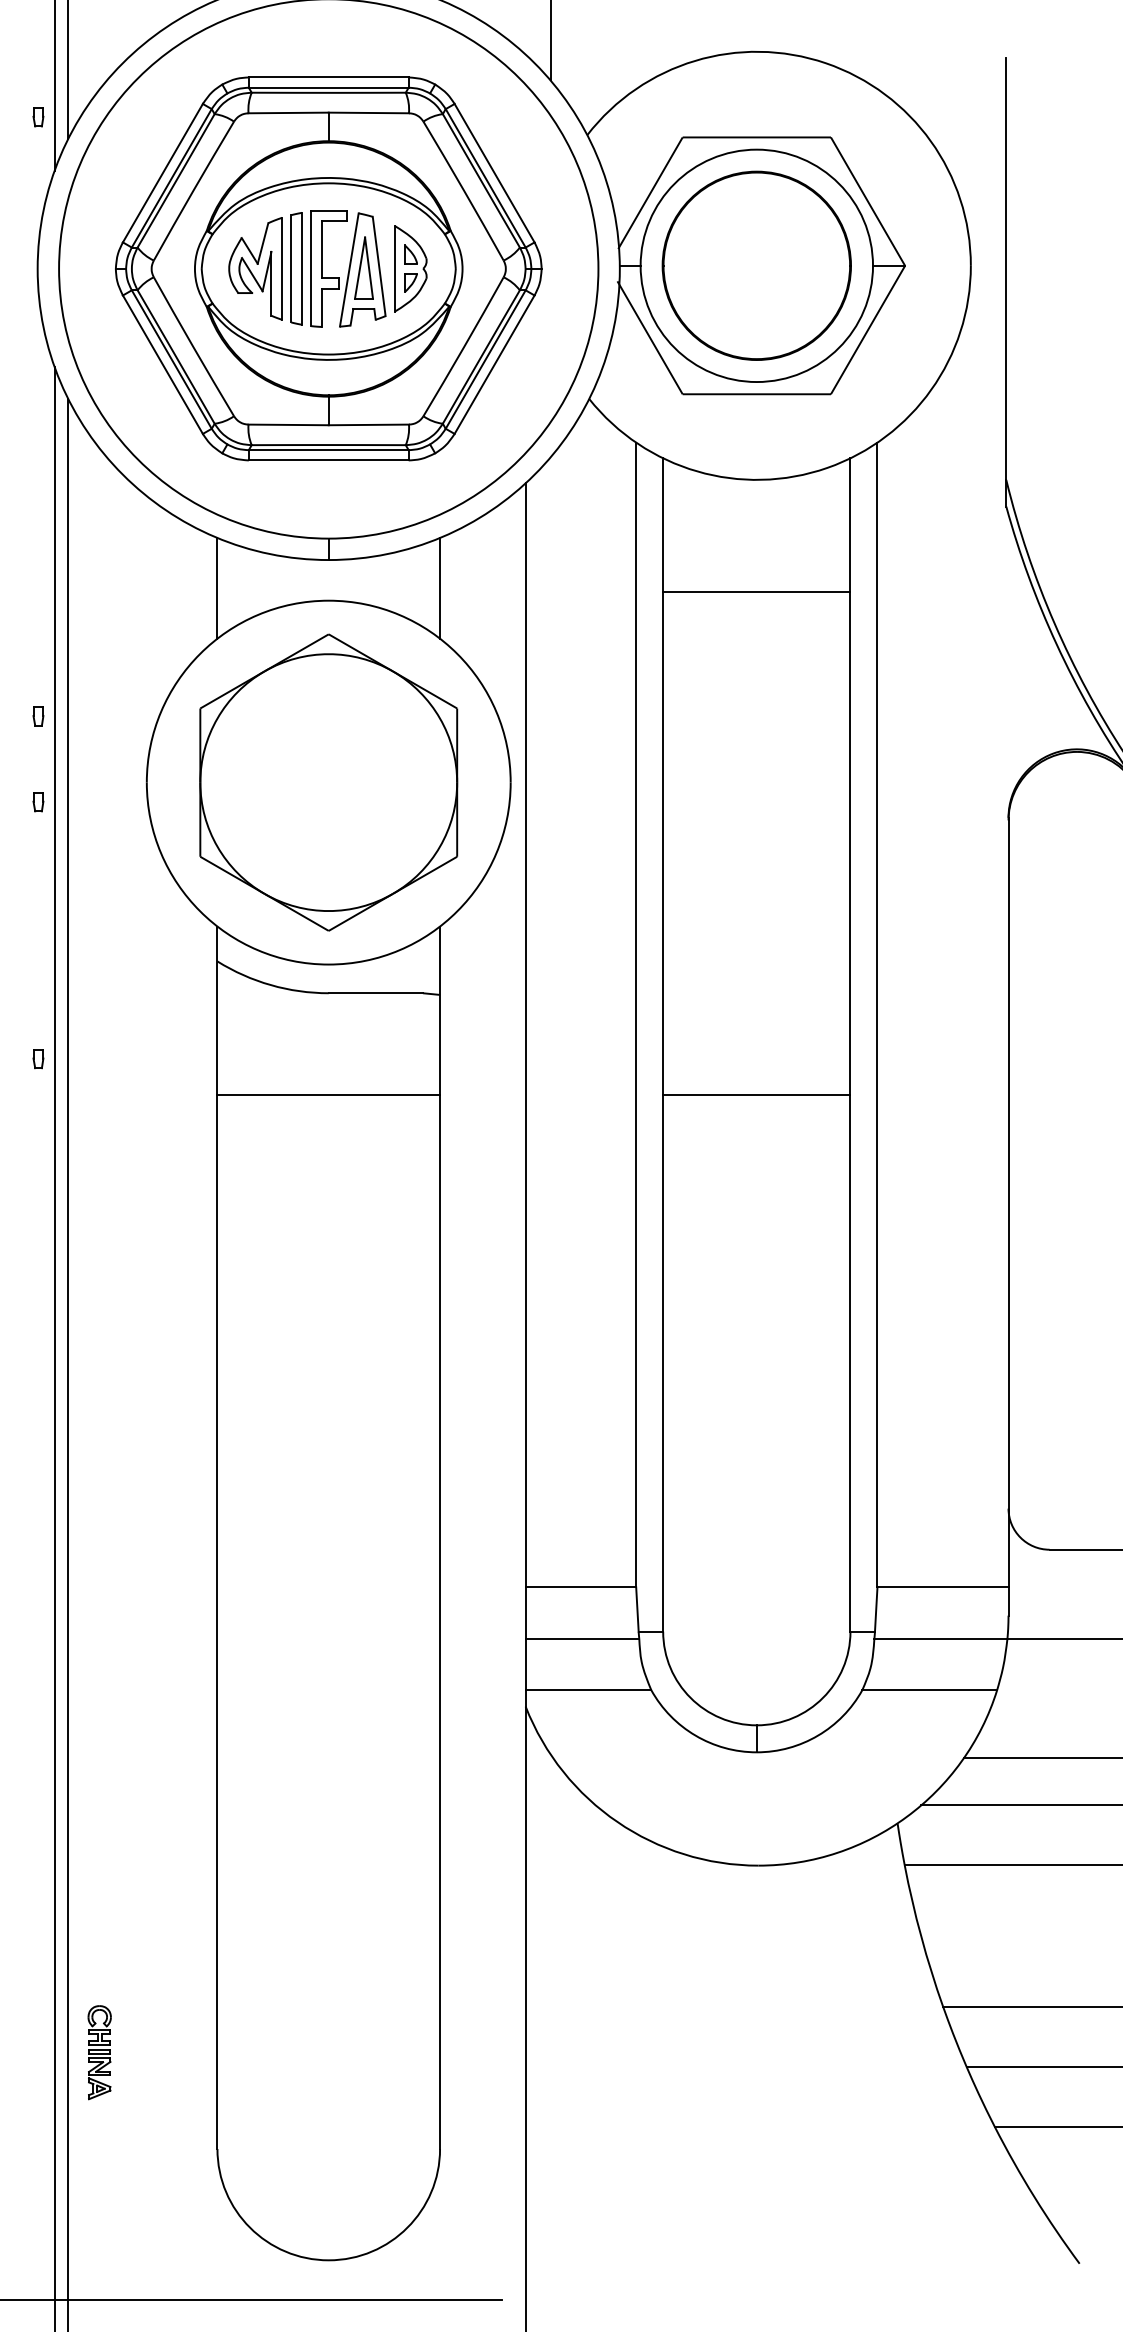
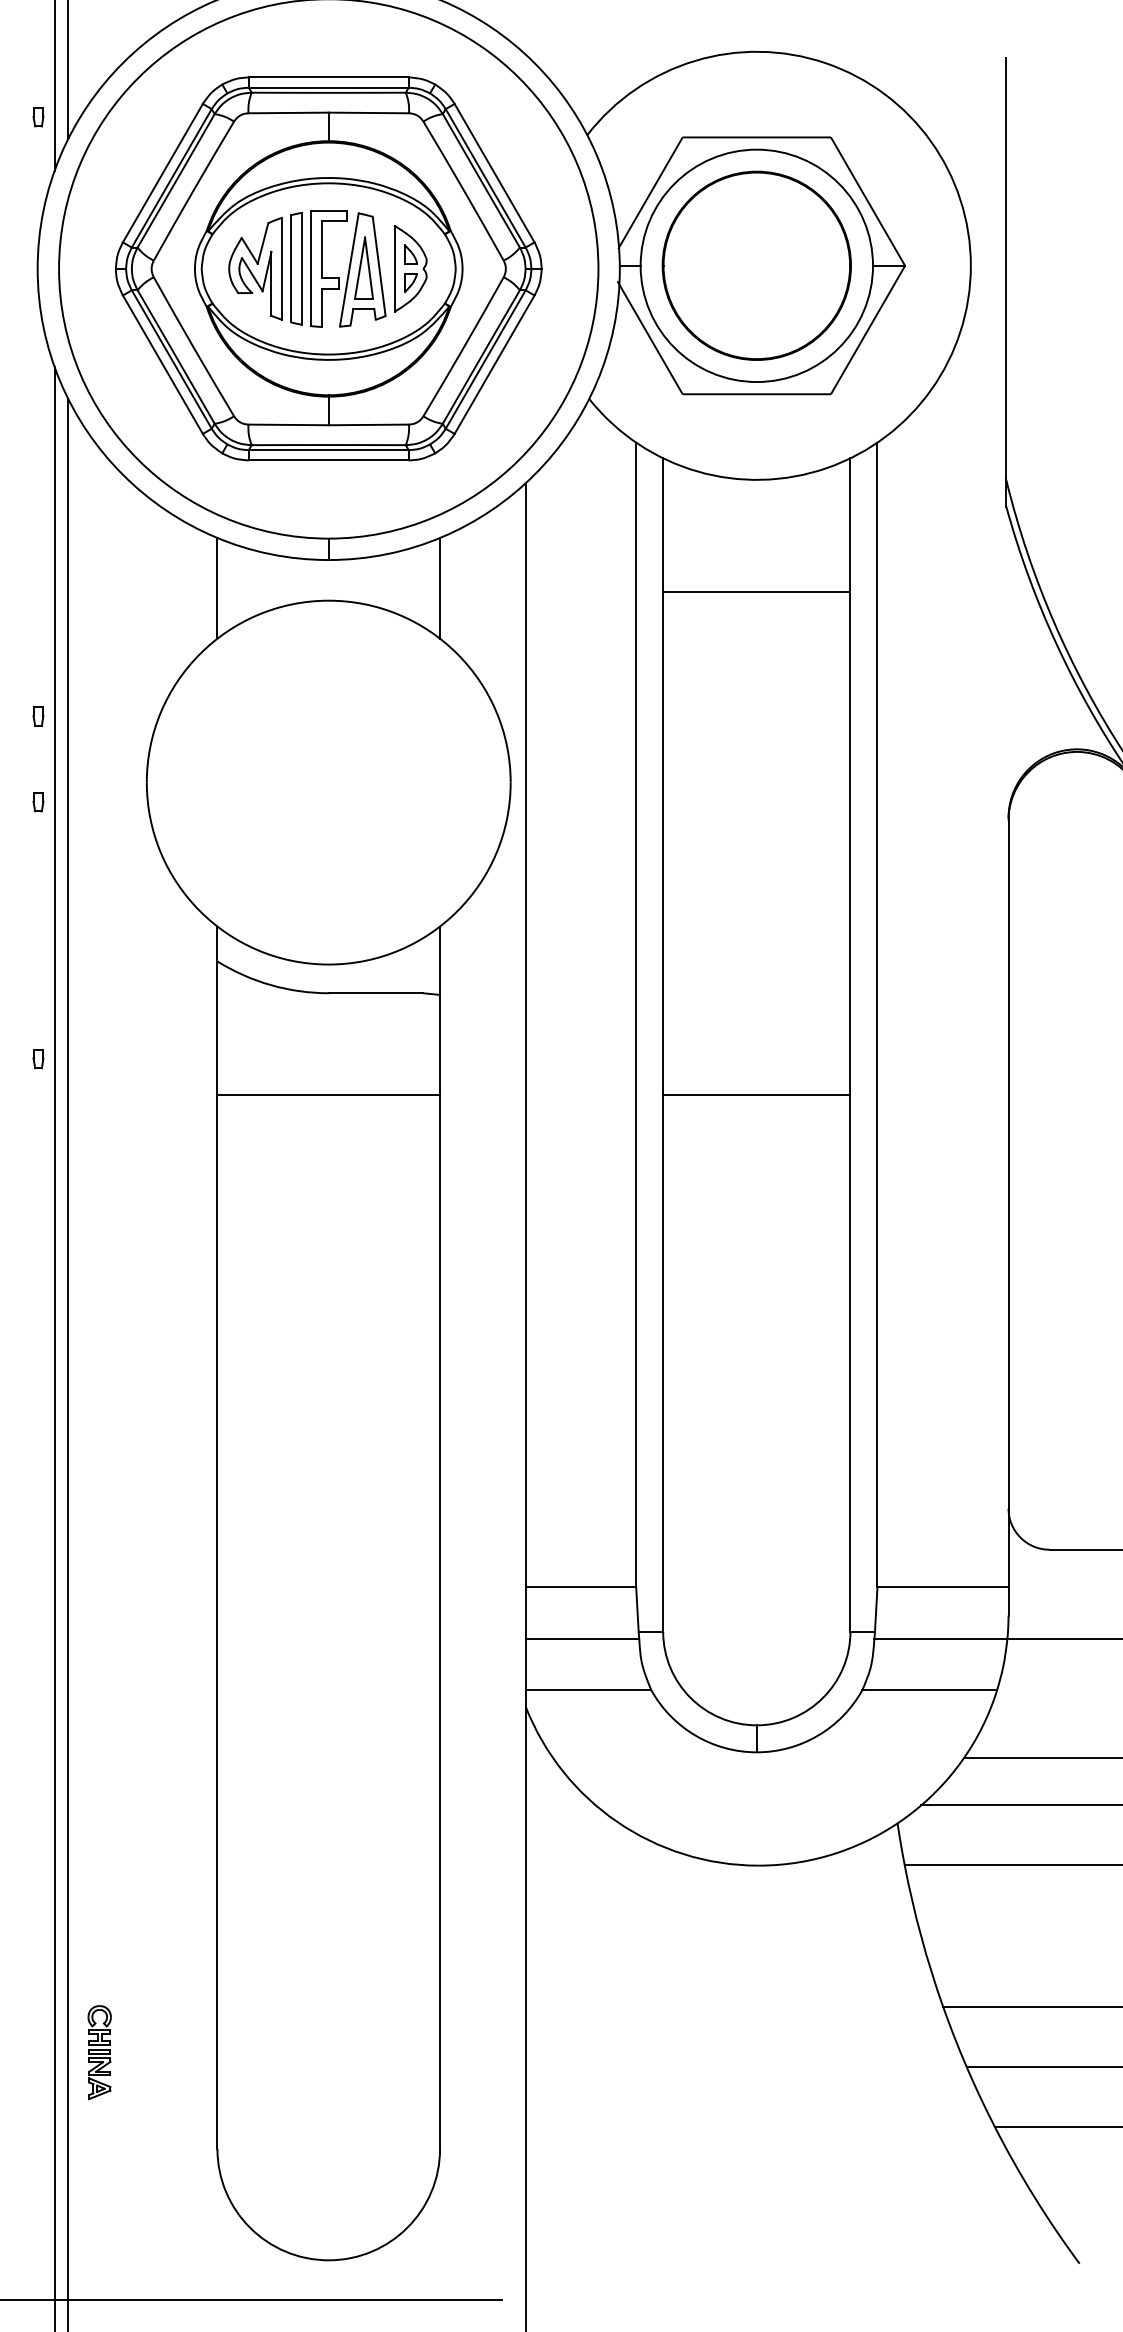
line at (550, 41): present -> none
part at (328, 782): present -> none
